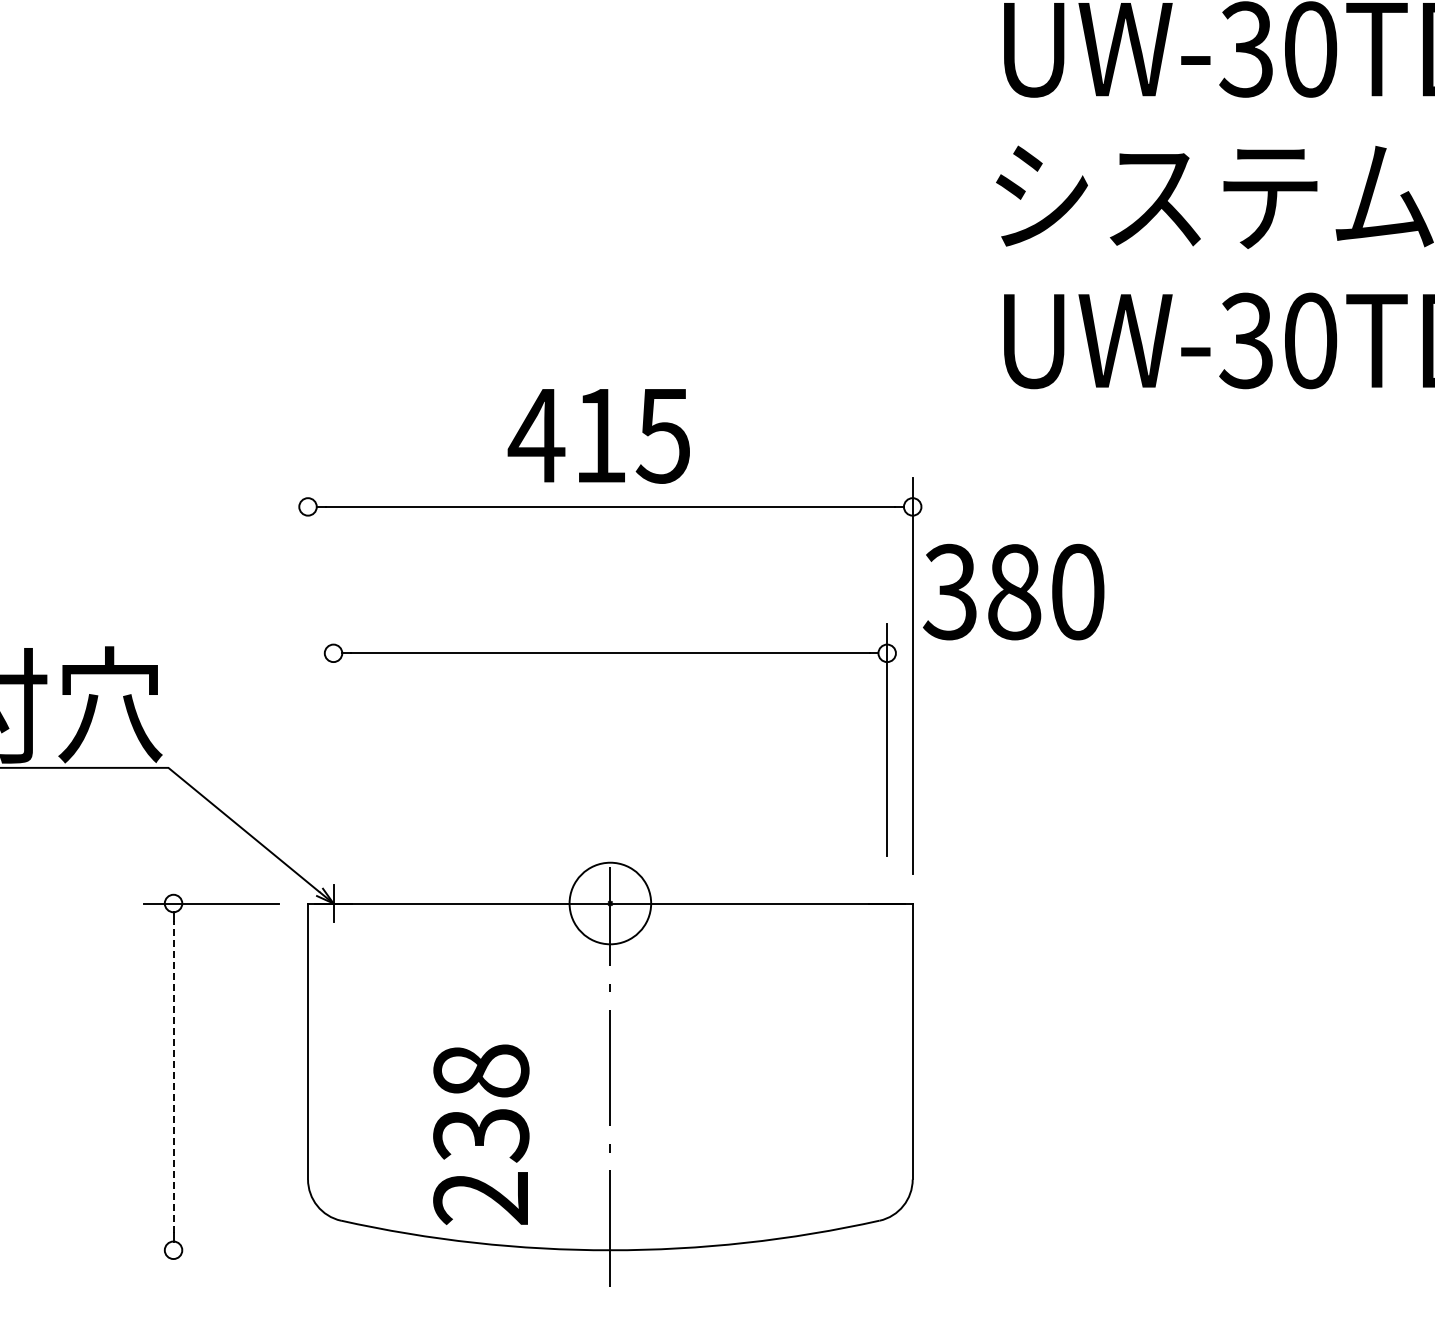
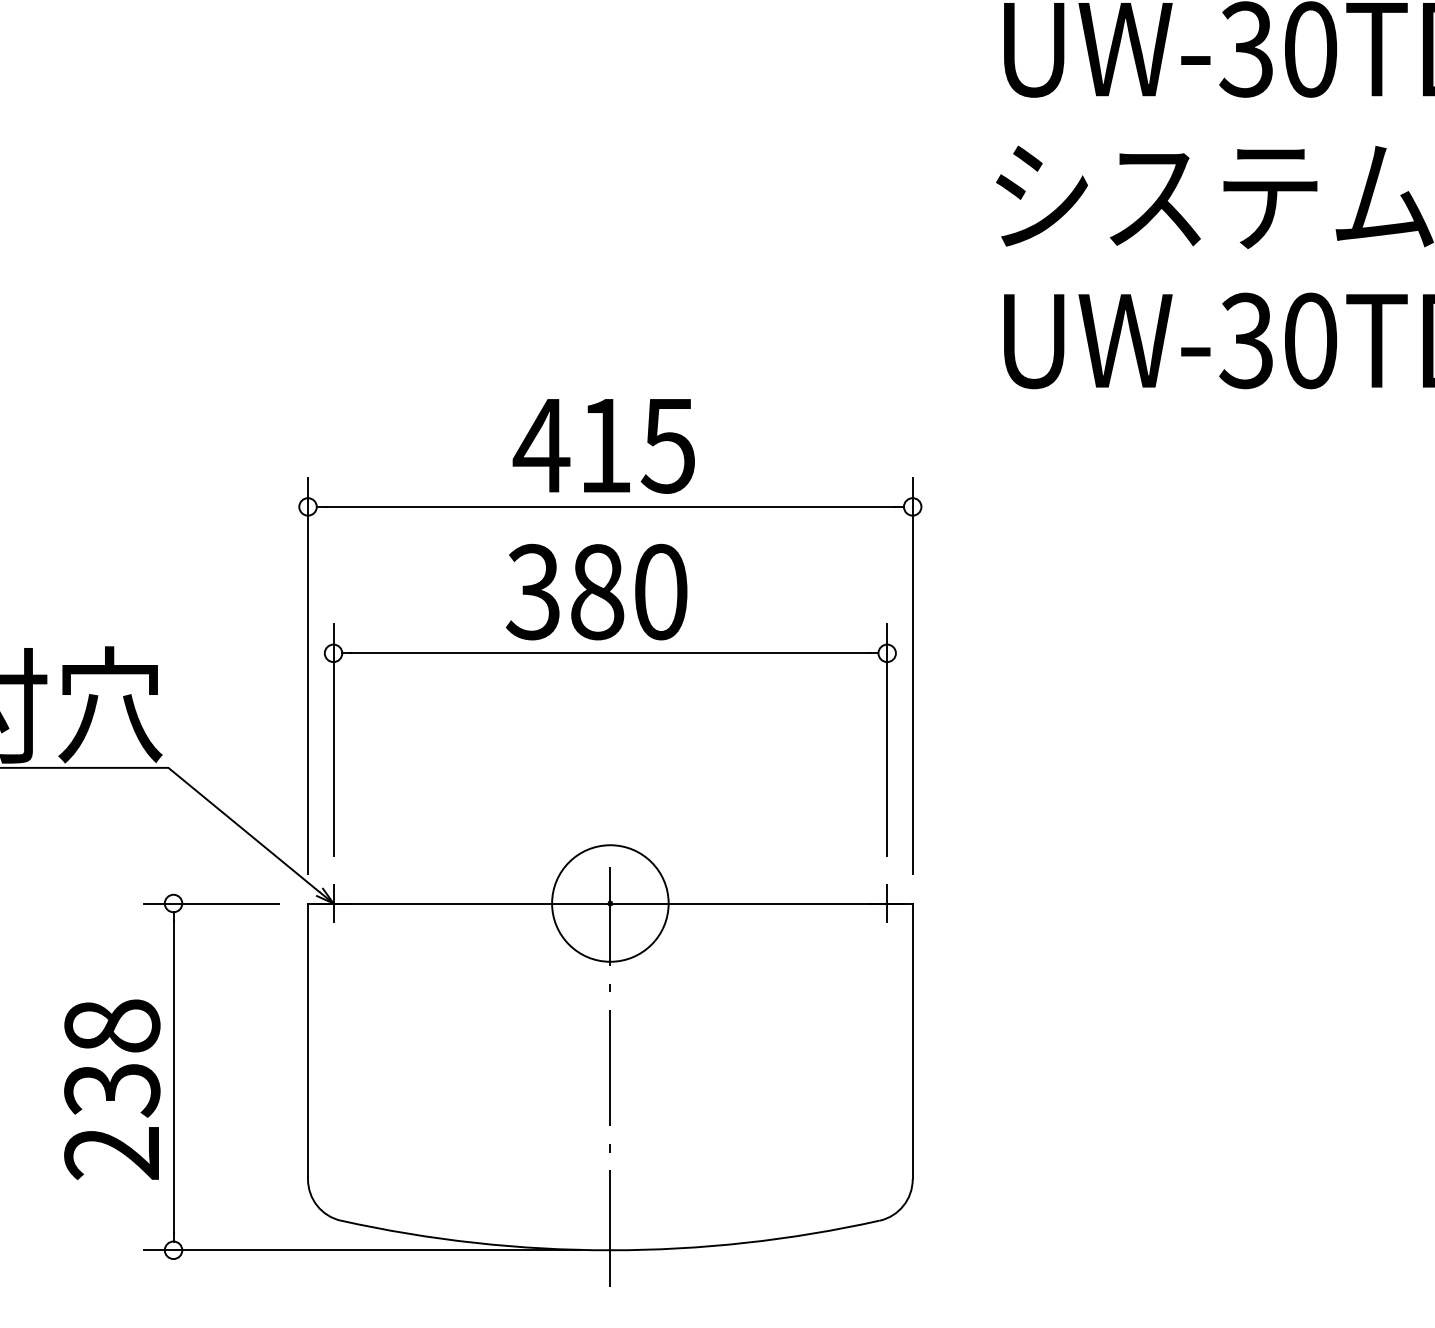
text at (598, 436) position: (598, 436) -> (603, 446)
text at (1013, 591) position: (1013, 591) -> (596, 591)
line at (308, 675): none -> present
line at (333, 740): none -> present
circle at (610, 903) diameter: 82 px -> 117 px
line at (887, 903): none -> present
line at (173, 1076): dashed -> solid
text at (481, 1134) position: (481, 1134) -> (112, 1089)
line at (362, 1250): none -> present
